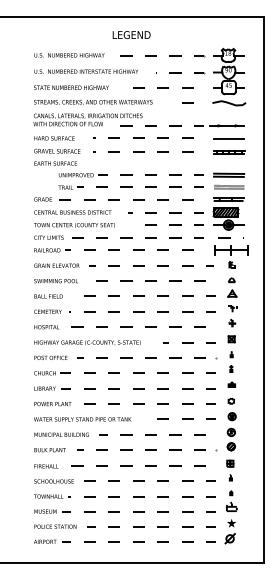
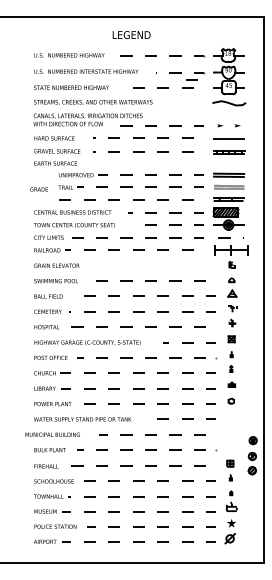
line at (187, 102) position: (187, 102) -> (191, 79)
line at (226, 125): present -> none
text at (42, 199) position: (42, 199) -> (38, 189)
line at (157, 265): present -> none
part at (231, 431) position: (231, 431) -> (252, 455)
text at (61, 434) position: (61, 434) -> (52, 434)
